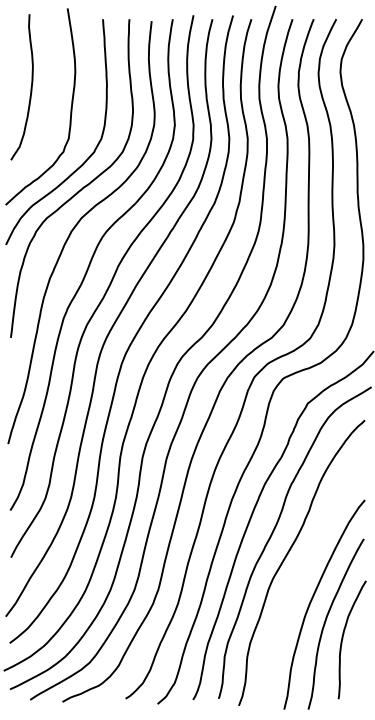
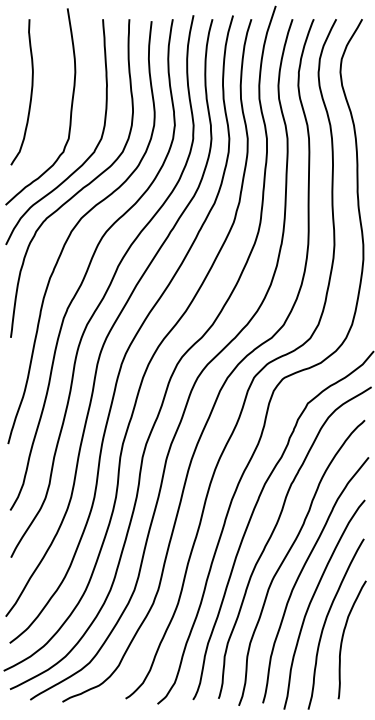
curve at (30, 87) position: (30, 87) -> (30, 92)
curve at (301, 573): none -> present
